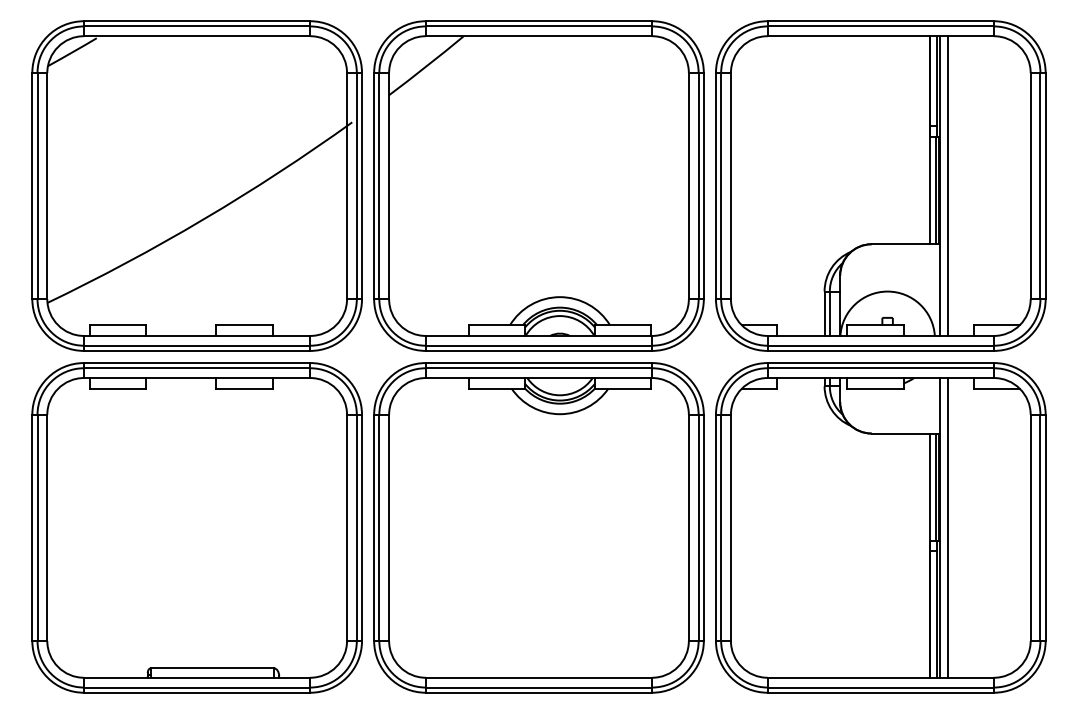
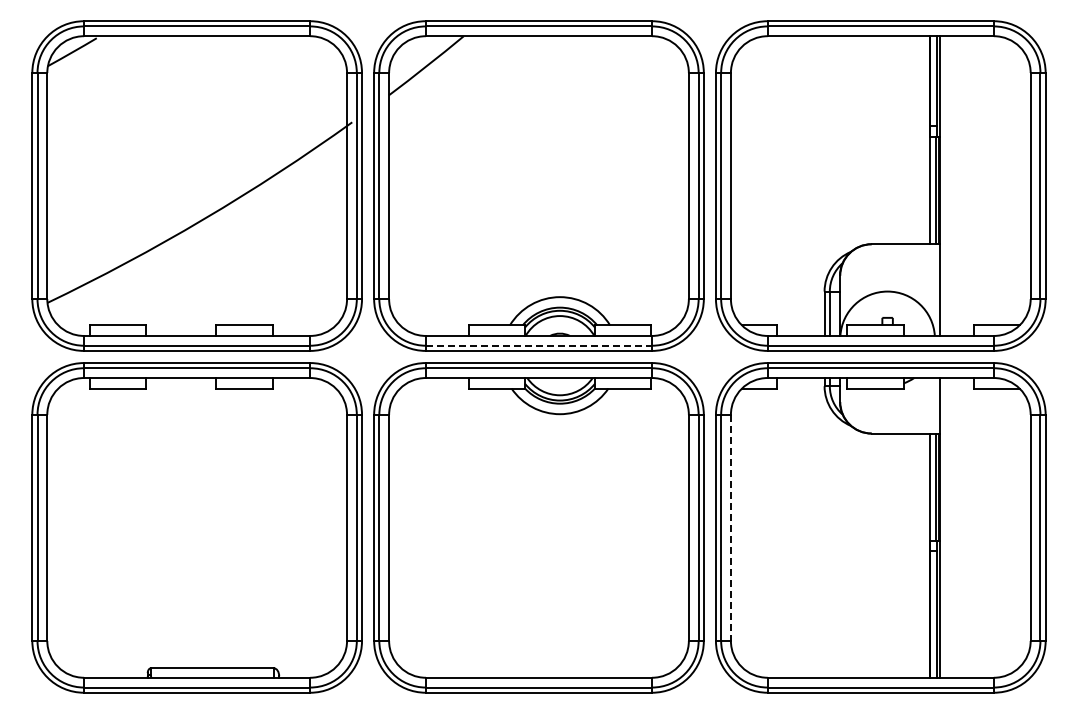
line at (948, 185): present -> none
line at (539, 345): solid -> dashed
line at (948, 527): present -> none
line at (730, 528): solid -> dashed
